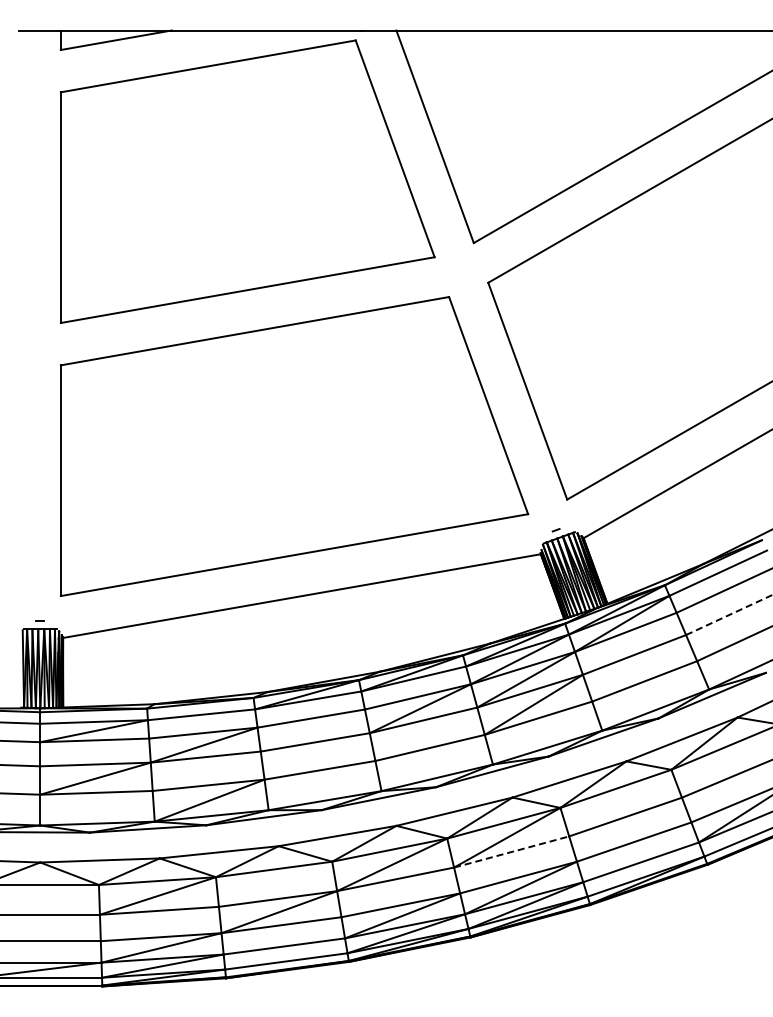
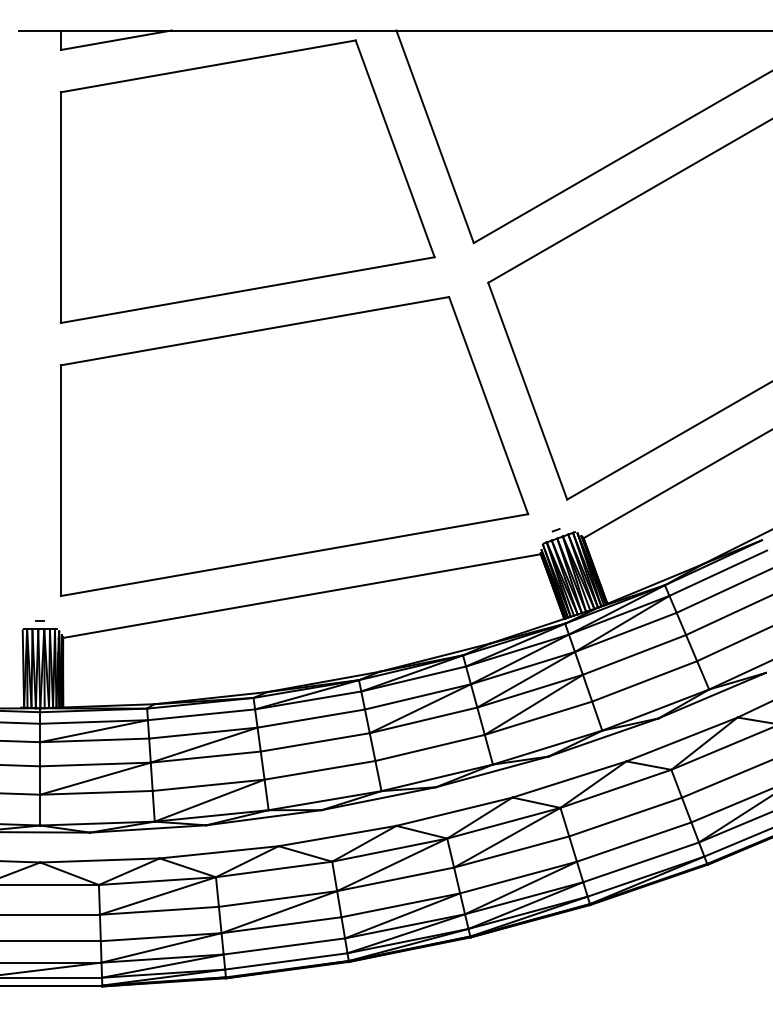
line at (729, 614): dashed -> solid
line at (511, 852): dashed -> solid
